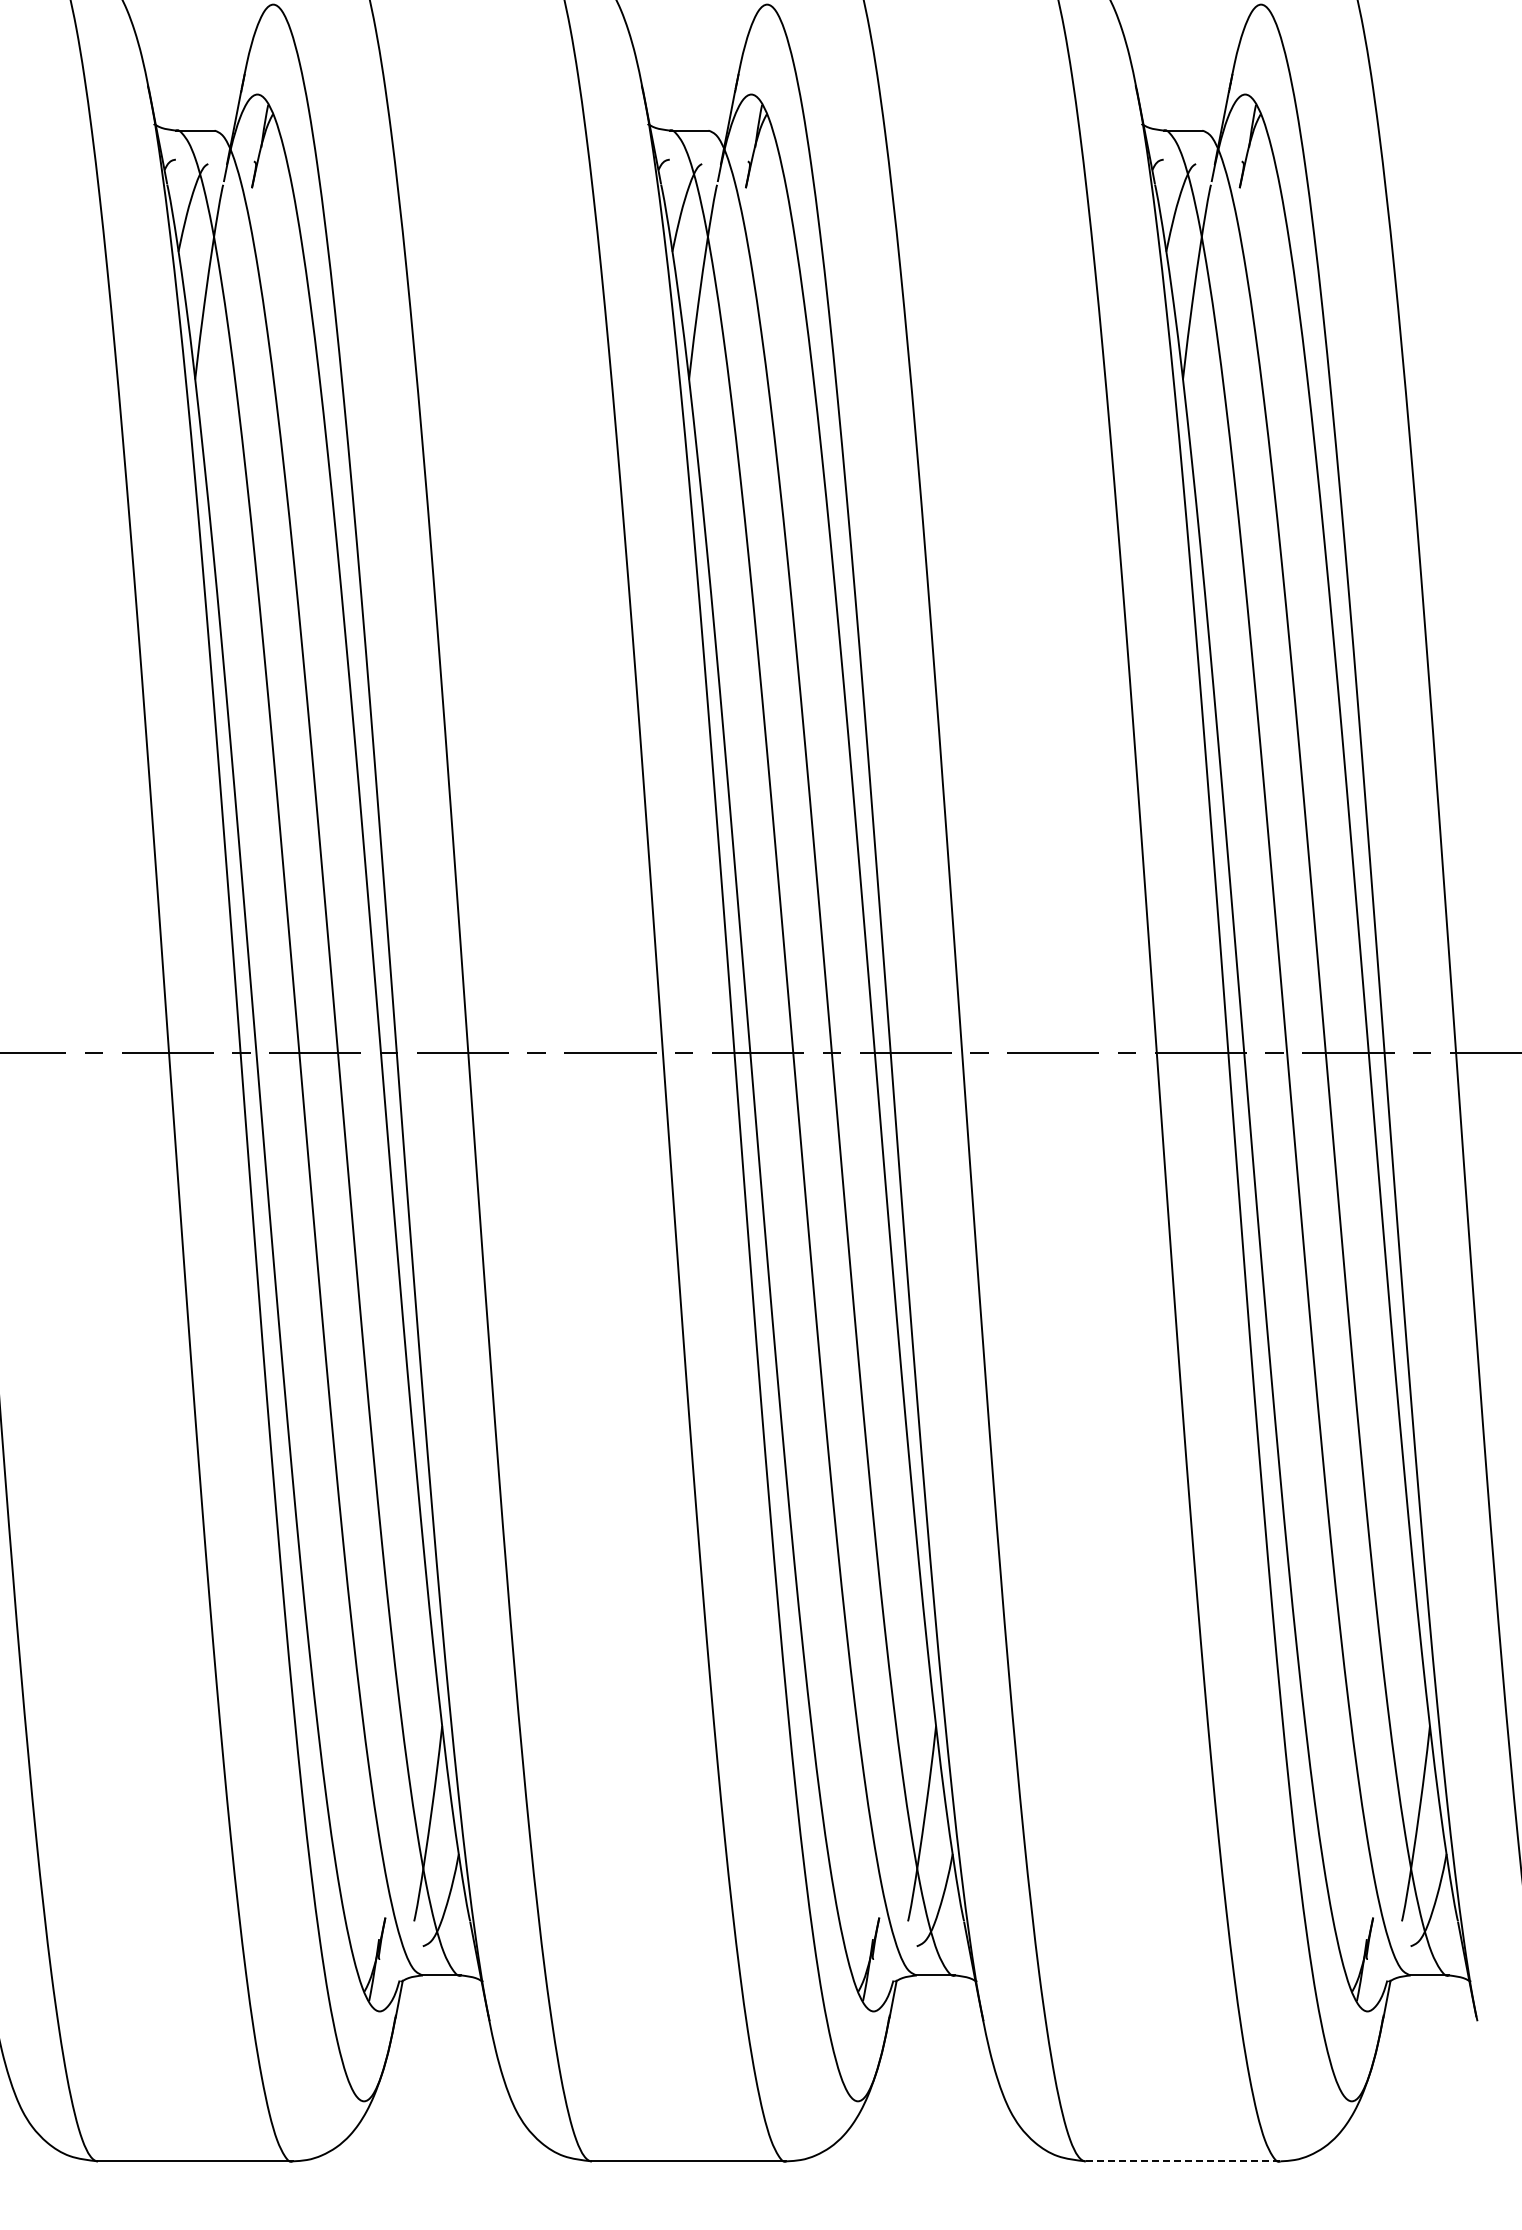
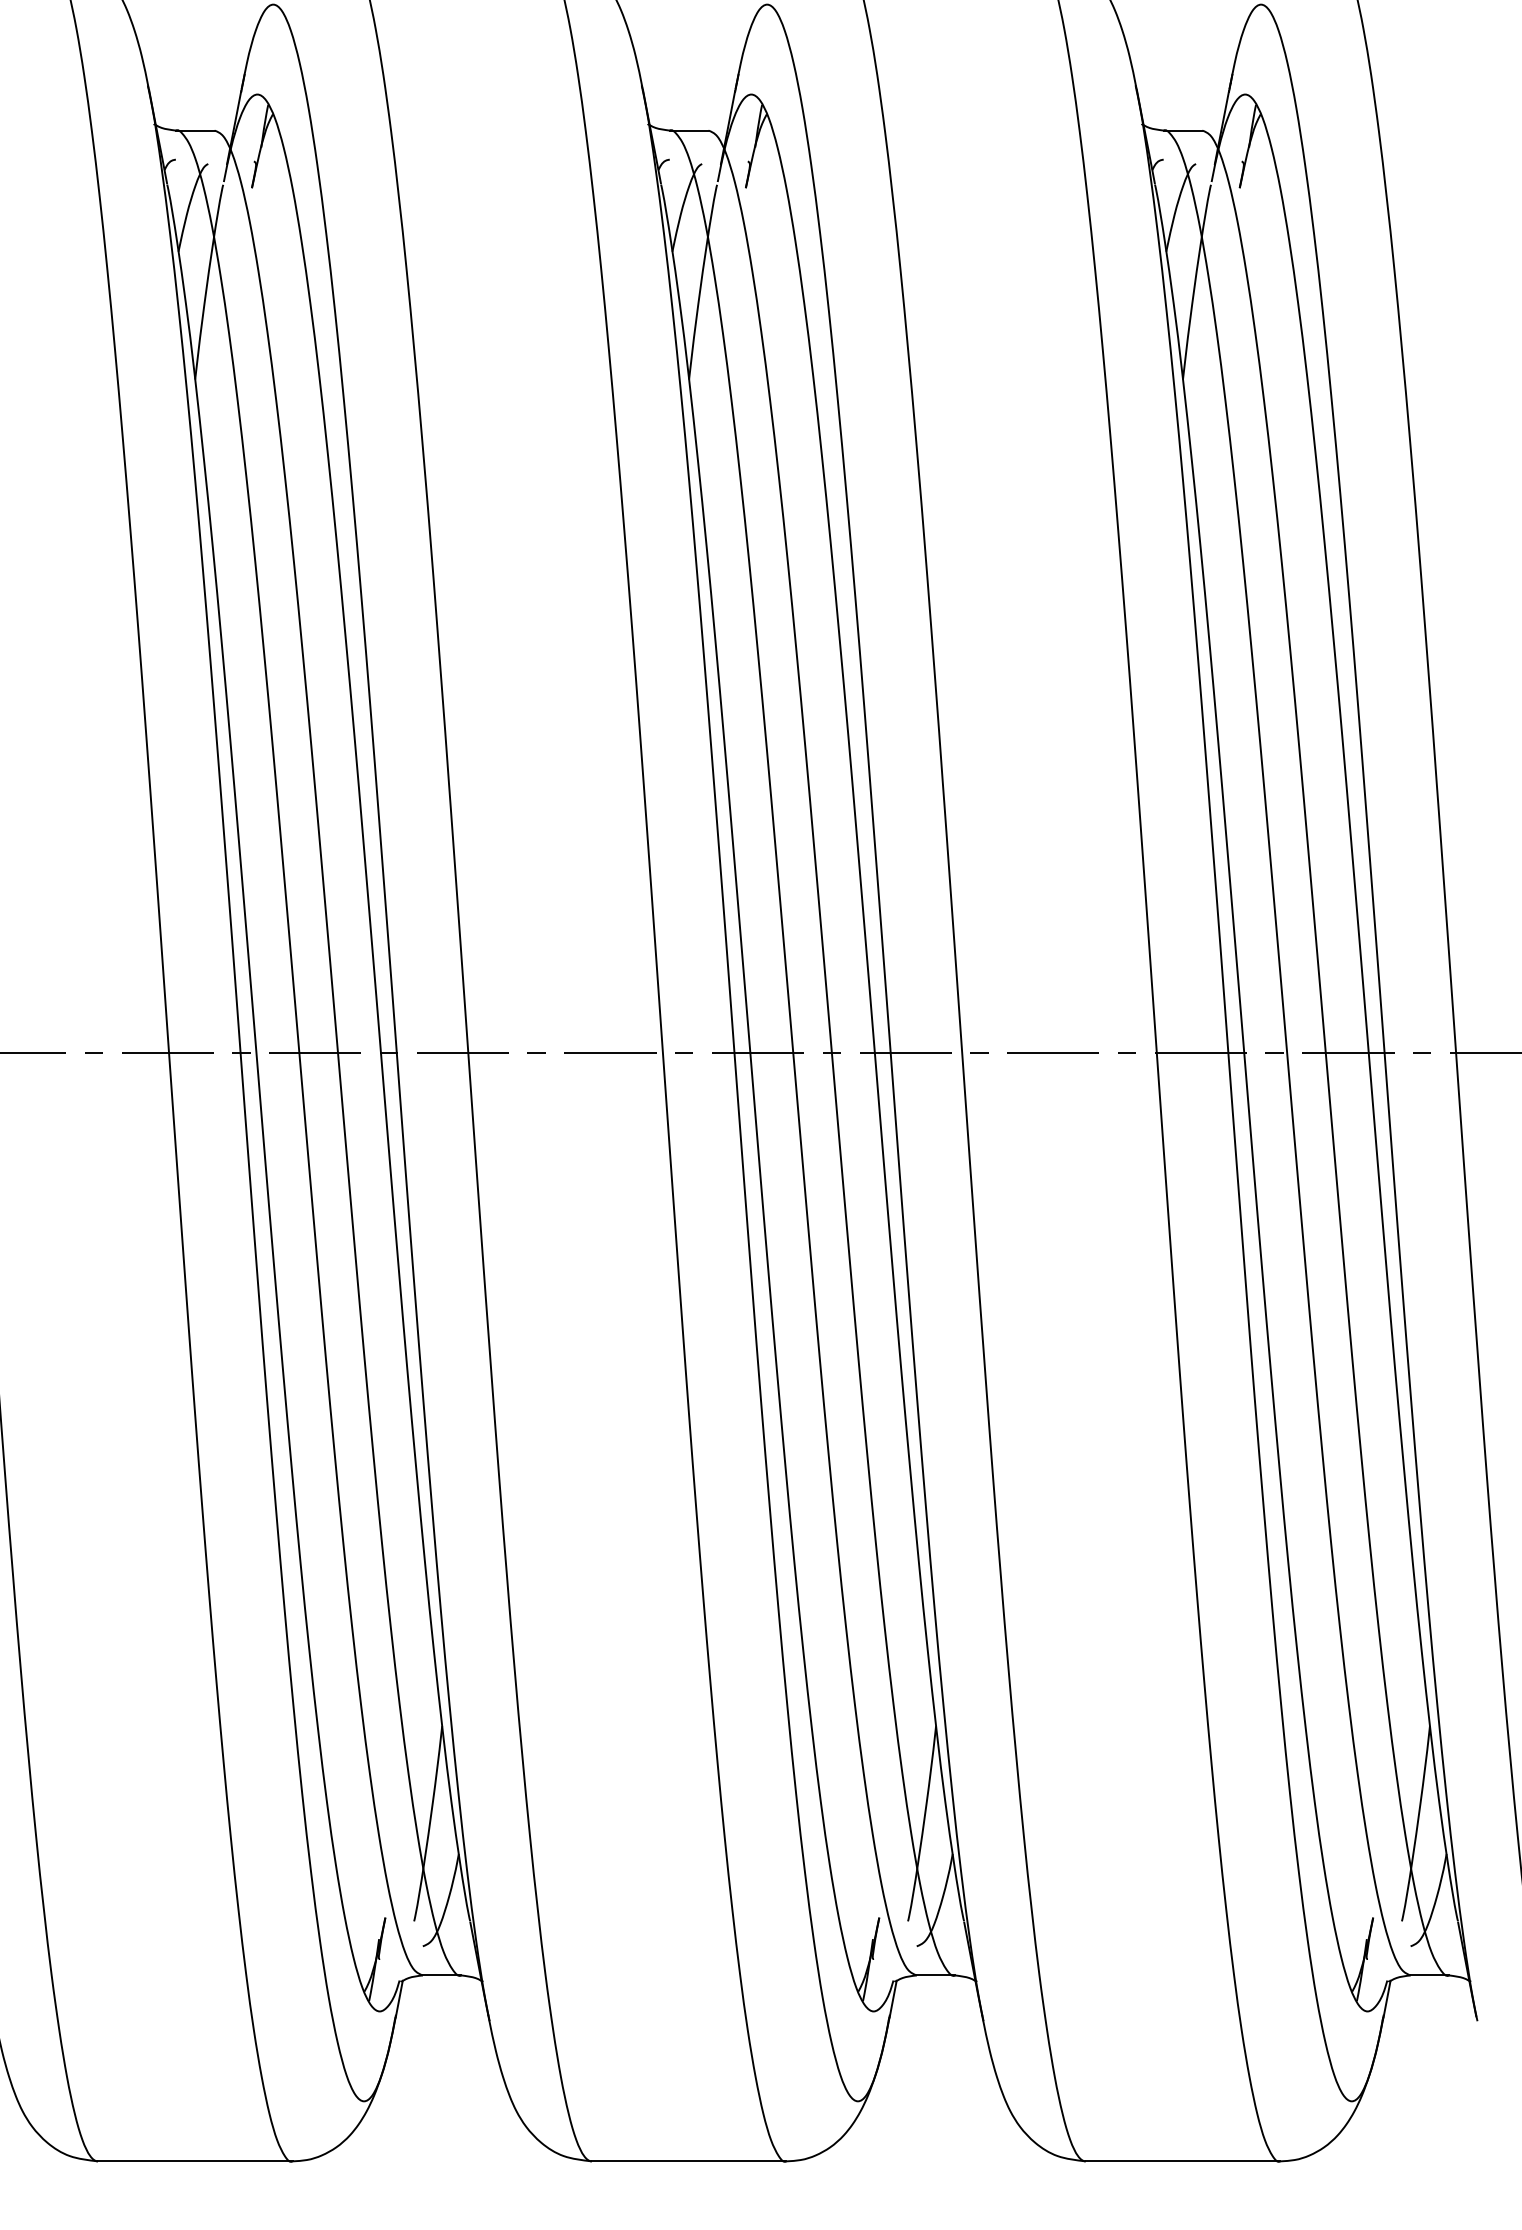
line at (1183, 2161): dashed -> solid
